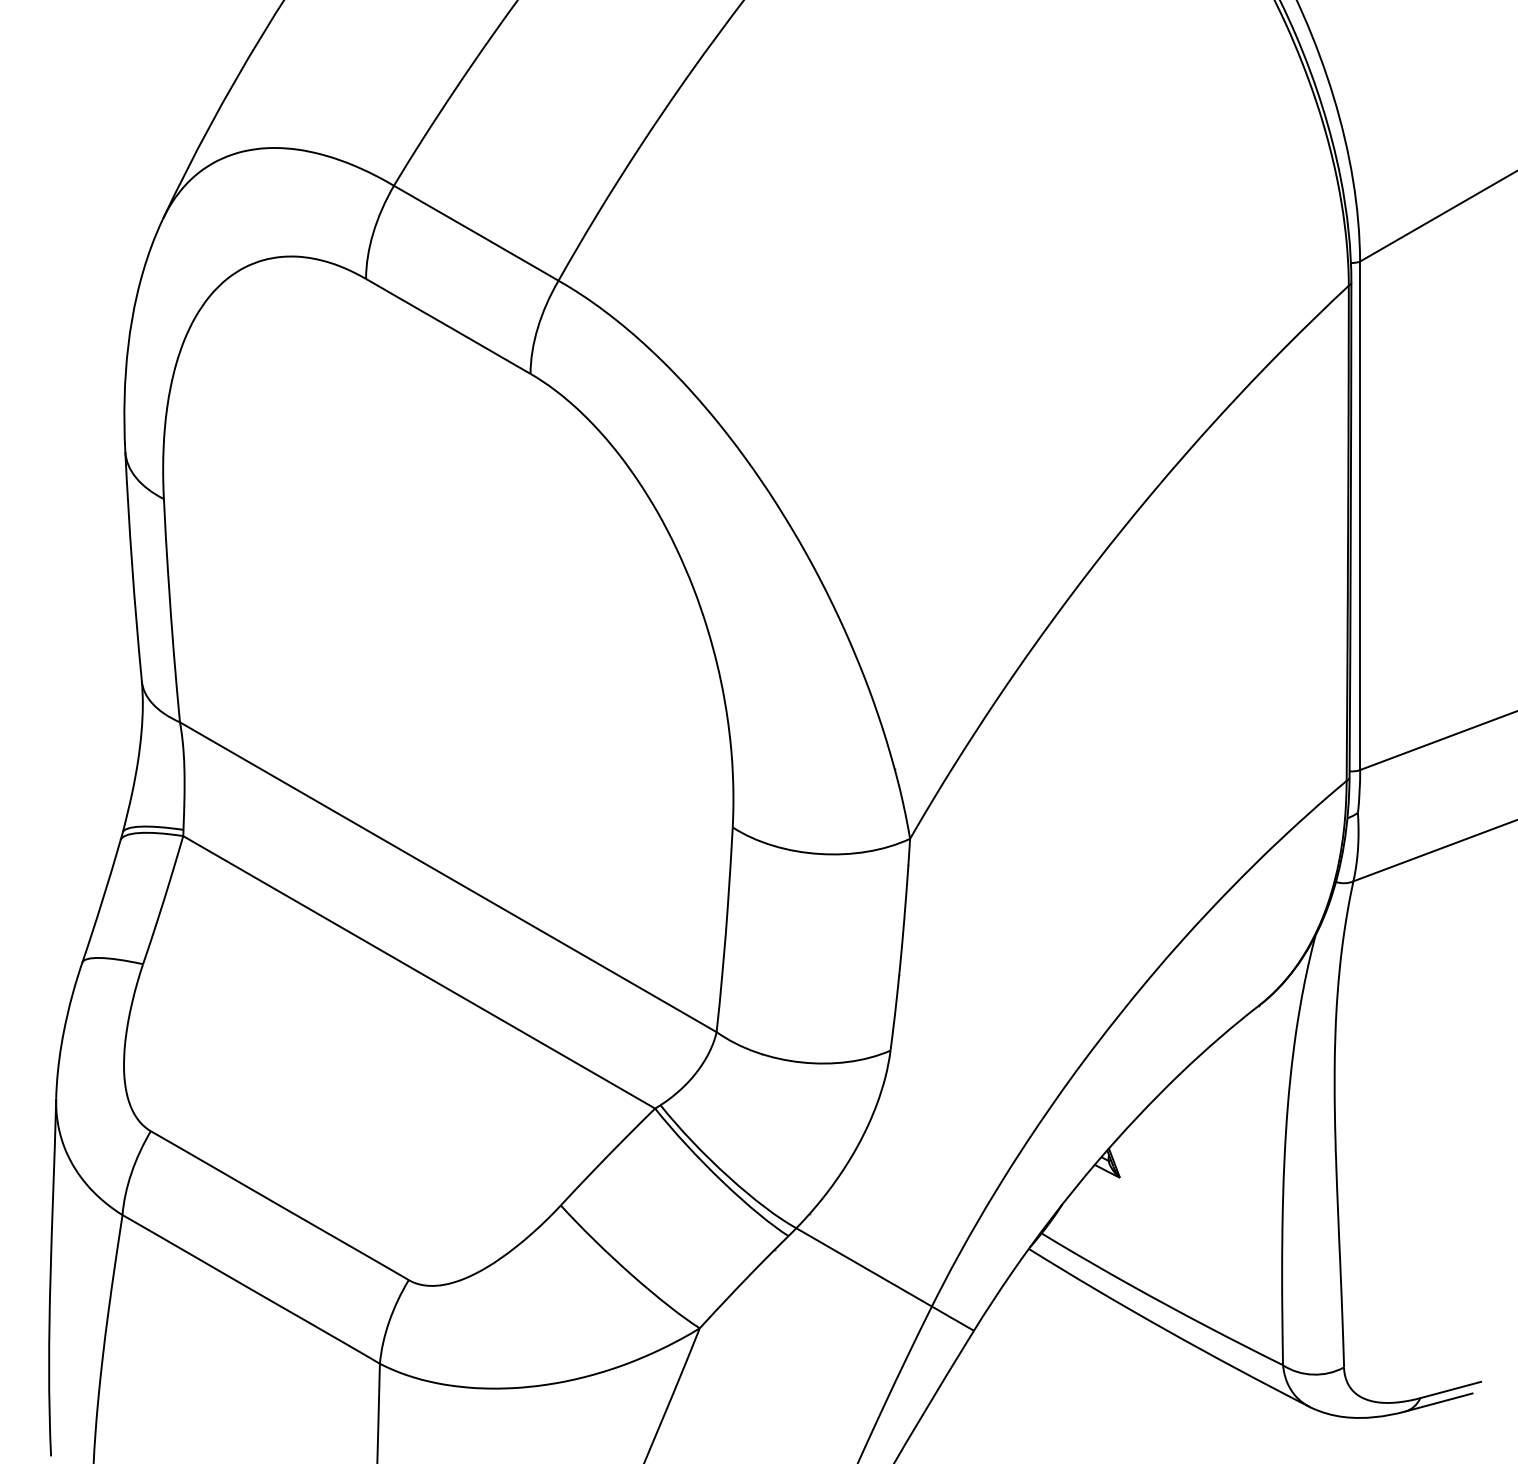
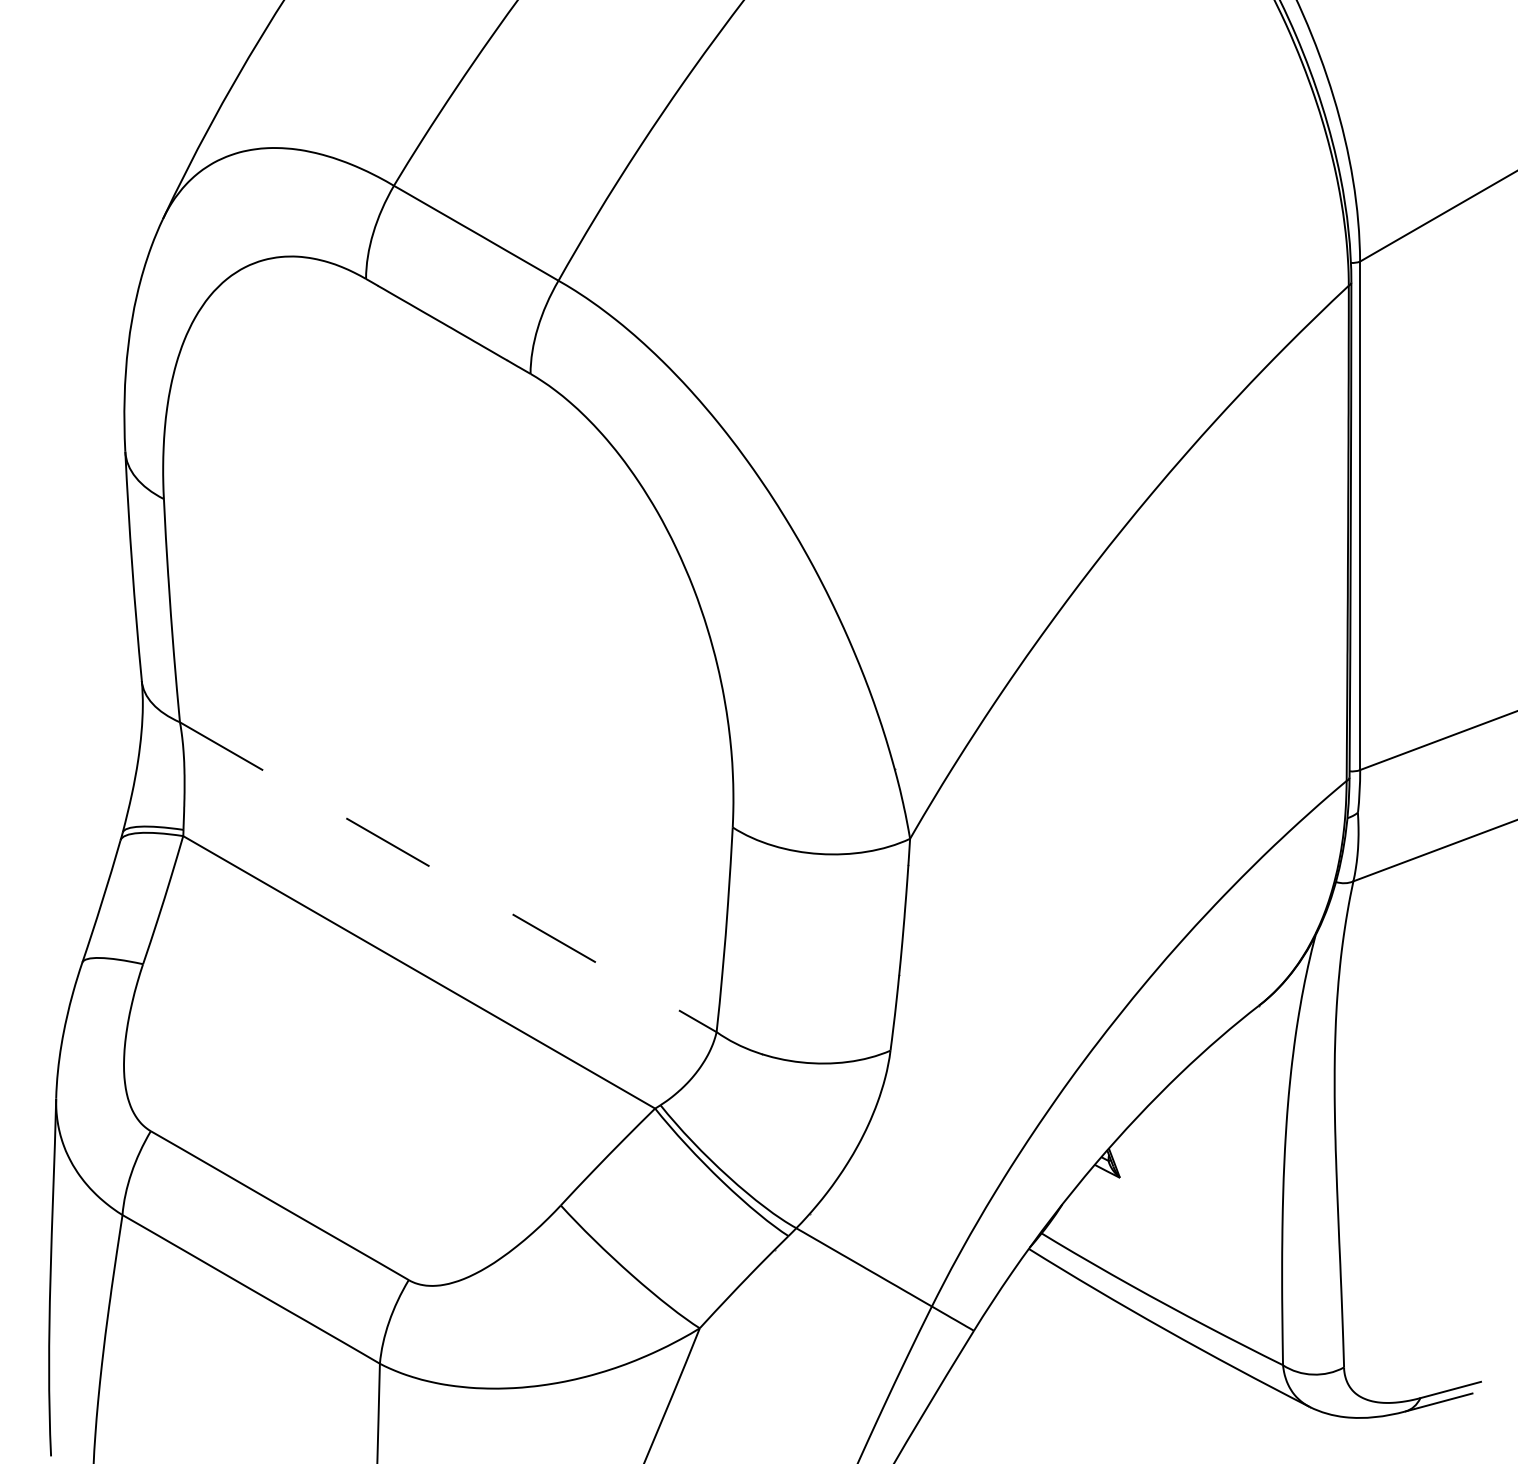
line at (448, 877): solid -> dashed
